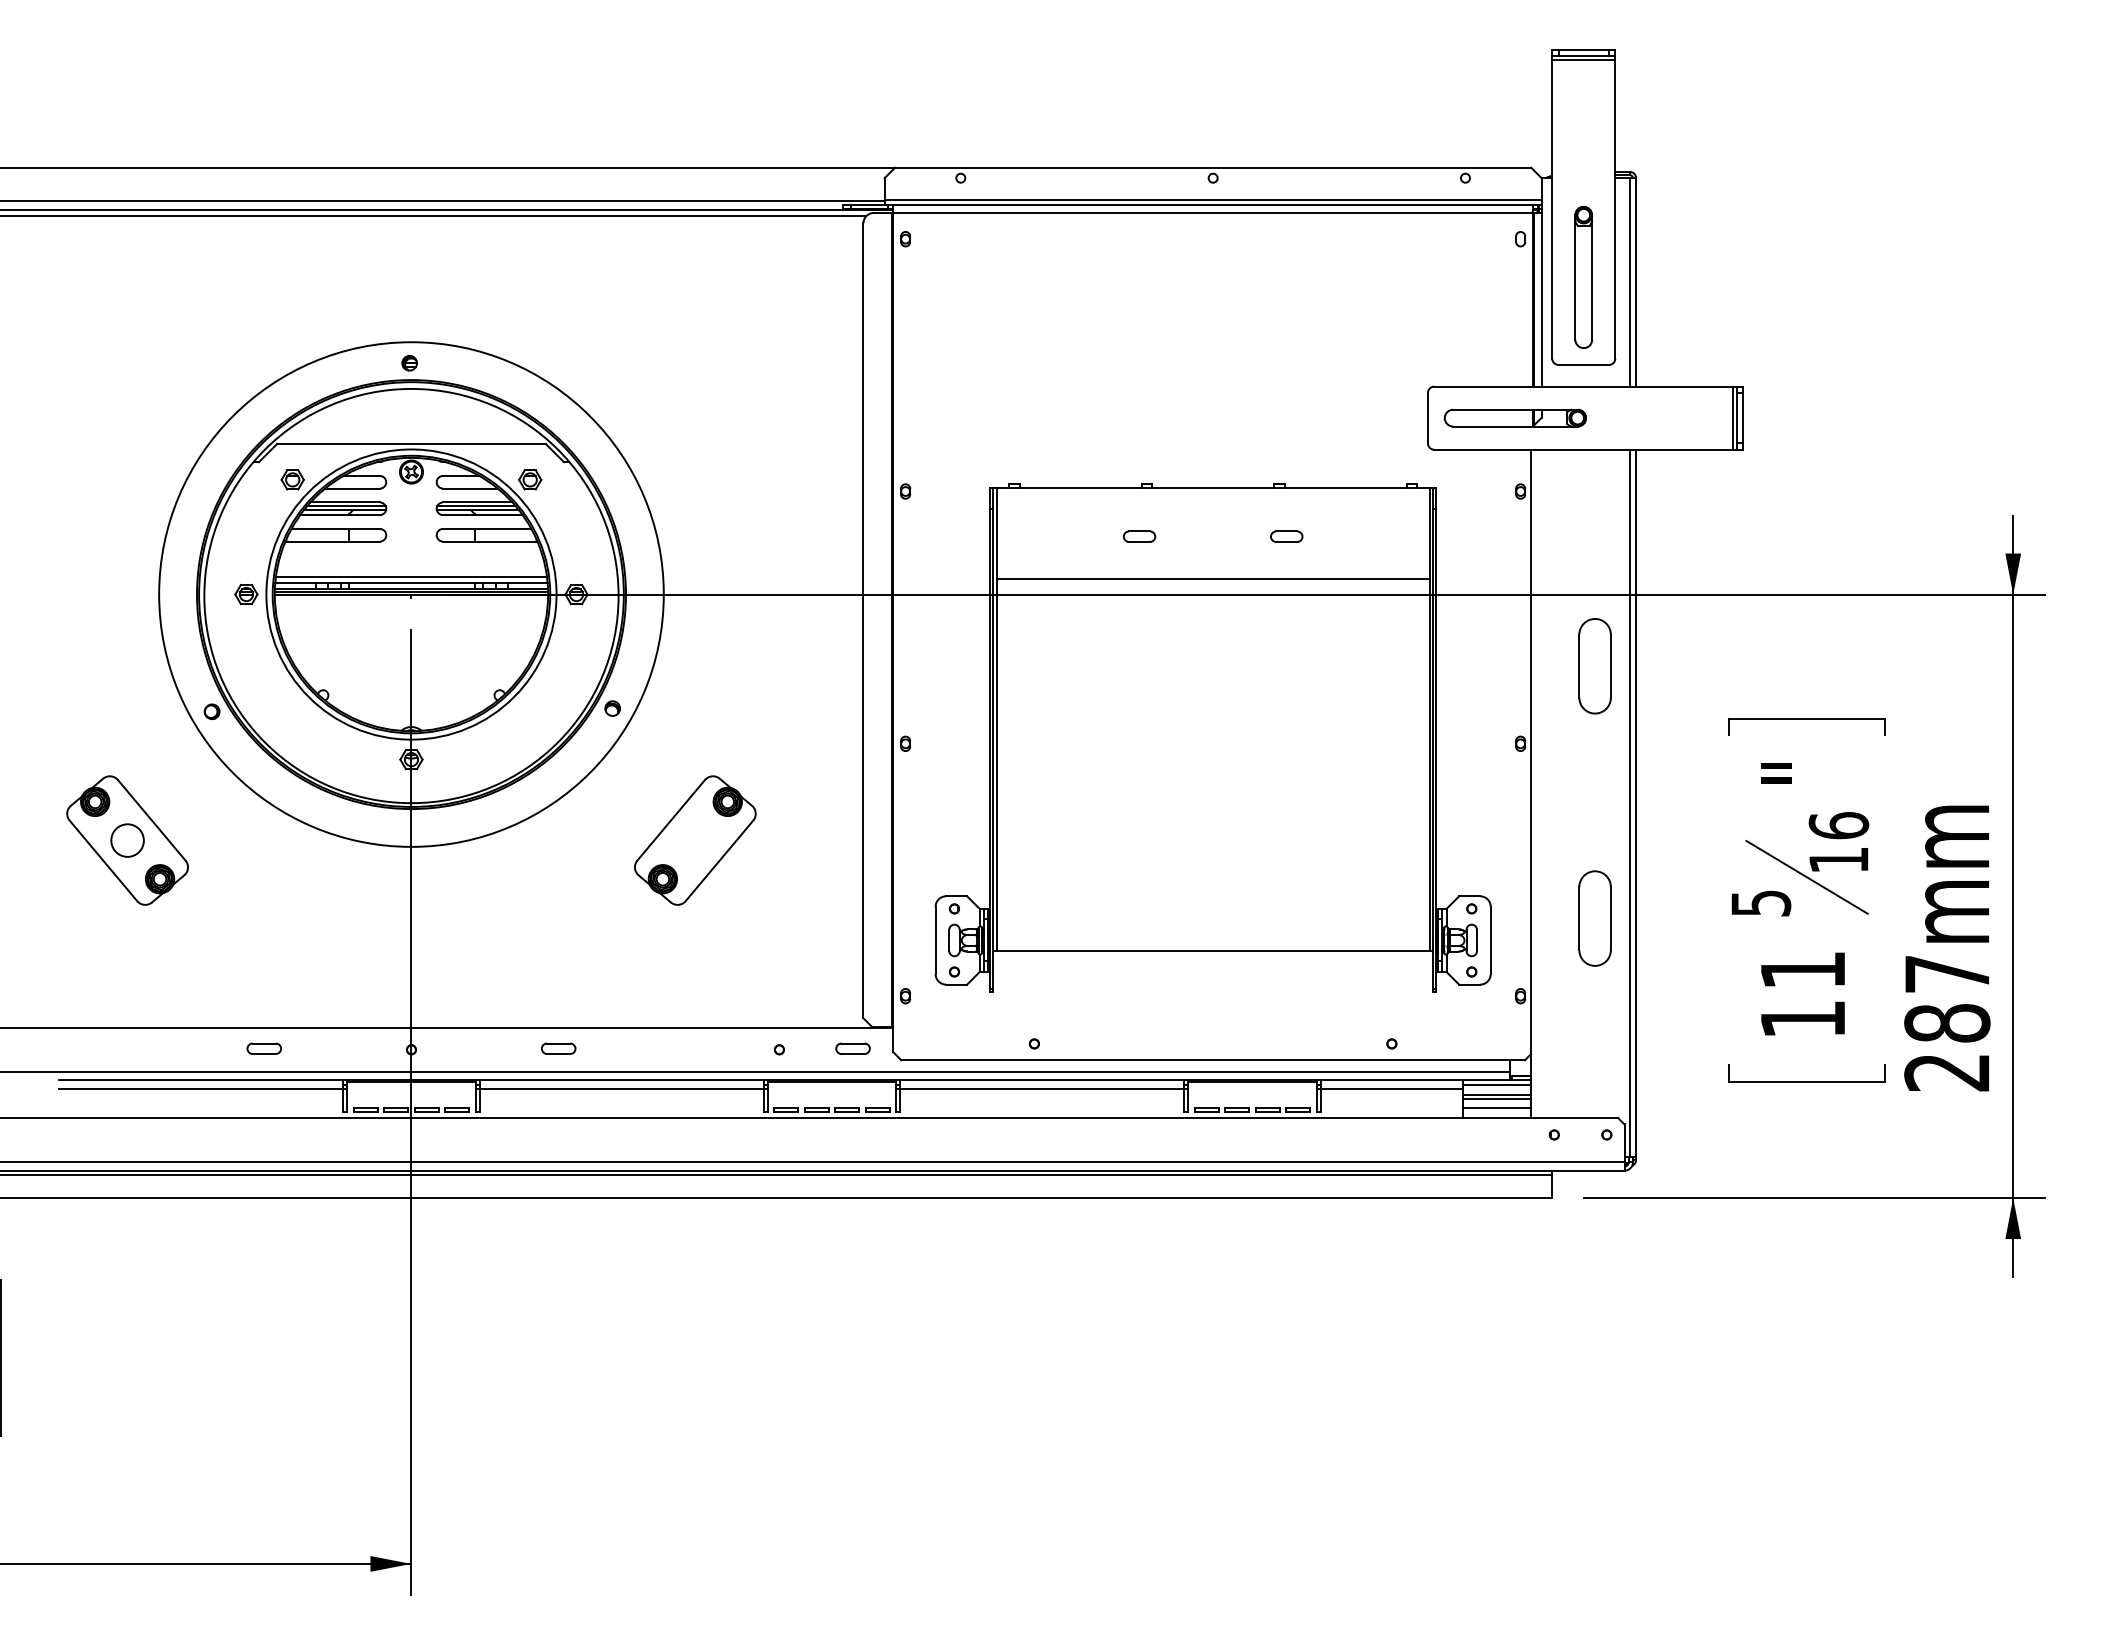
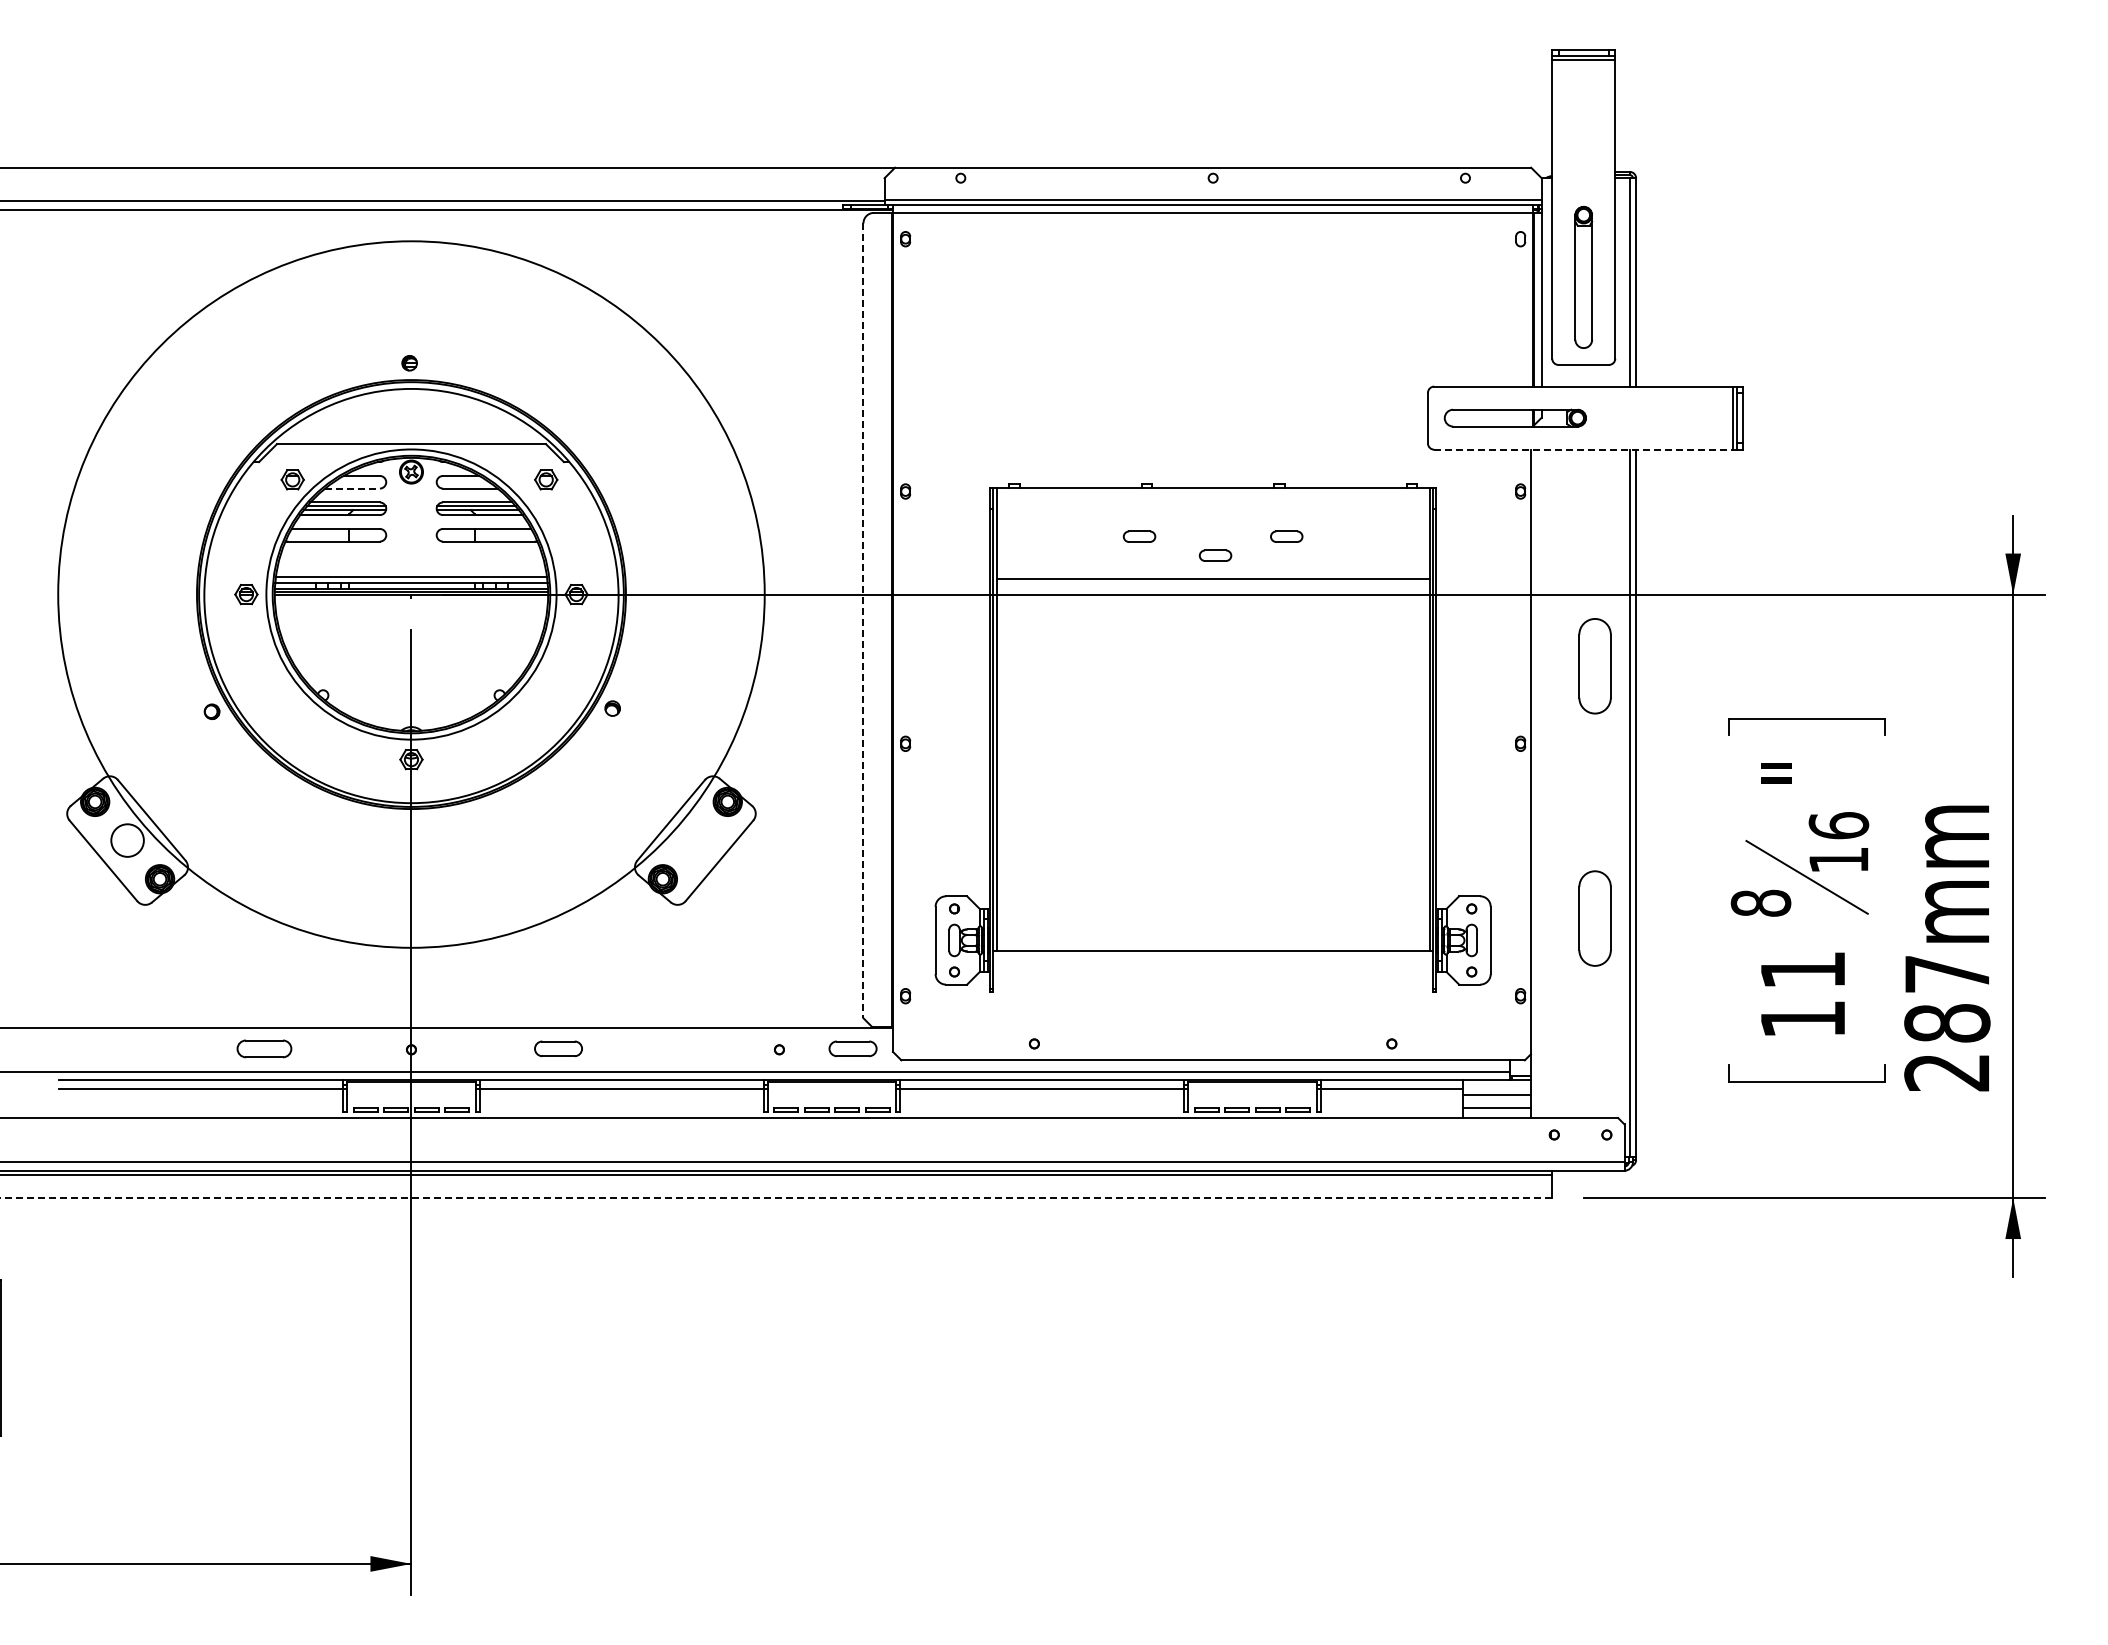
line at (434, 216): present -> none
line at (1584, 449): solid -> dashed
part at (530, 479) position: (530, 479) -> (546, 479)
line at (353, 488): solid -> dashed
part at (1215, 555): none -> present
circle at (411, 594) diameter: 505 px -> 707 px
line at (863, 621): solid -> dashed
text at (1760, 902): 5 -> 8
part at (263, 1048) size: 36x13 px -> 57x20 px
part at (558, 1048) size: 36x13 px -> 49x18 px
part at (852, 1048) size: 36x13 px -> 50x18 px
line at (1496, 1084): present -> none
line at (1496, 1099): present -> none
line at (776, 1198): solid -> dashed
